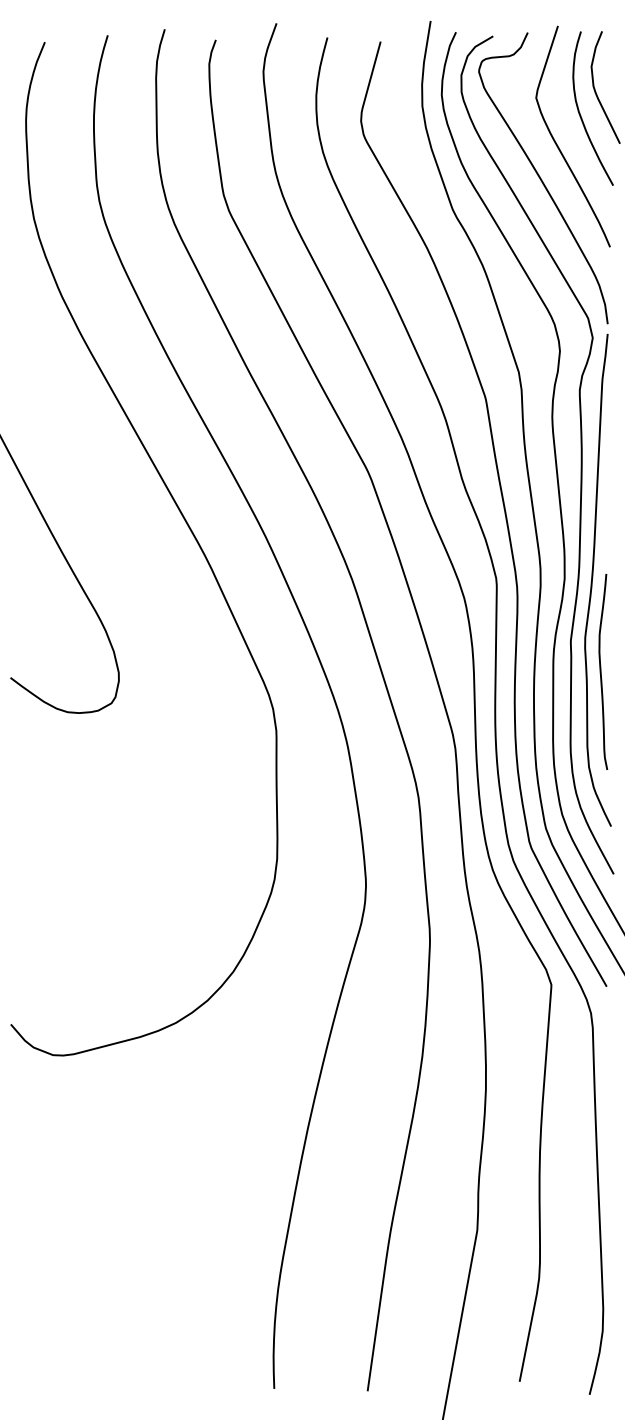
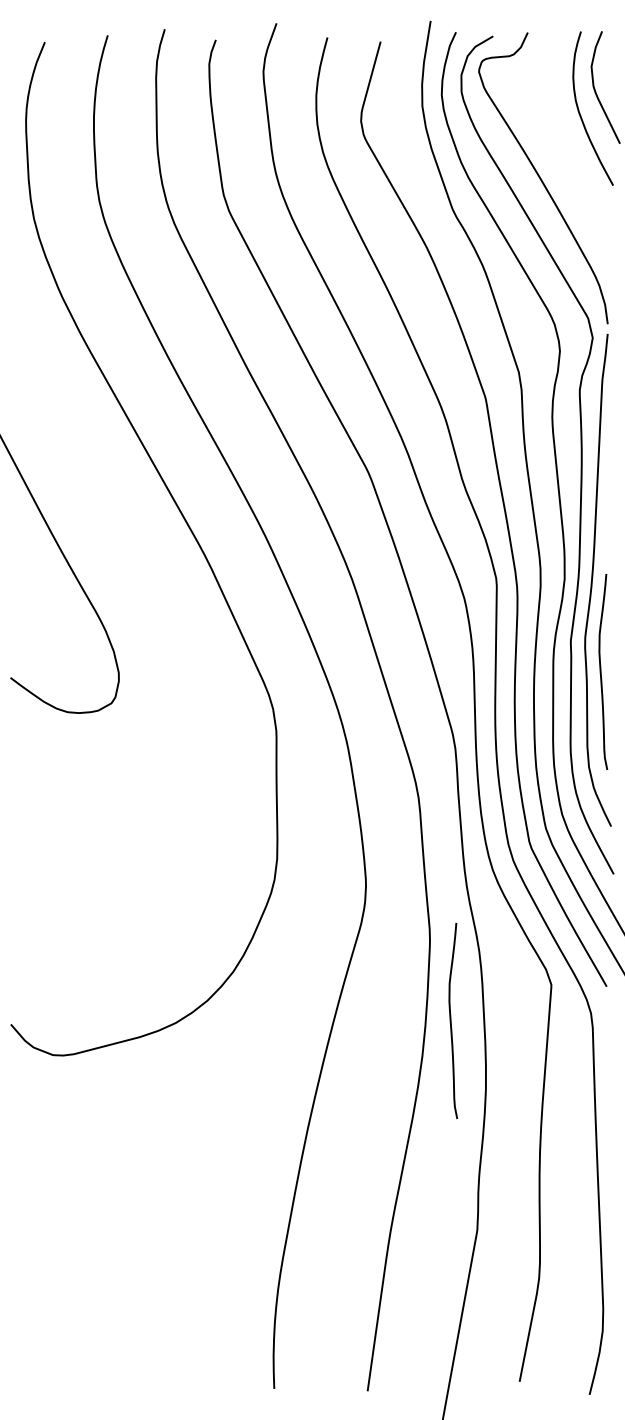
curve at (558, 145): present -> none
curve at (451, 1020): none -> present
